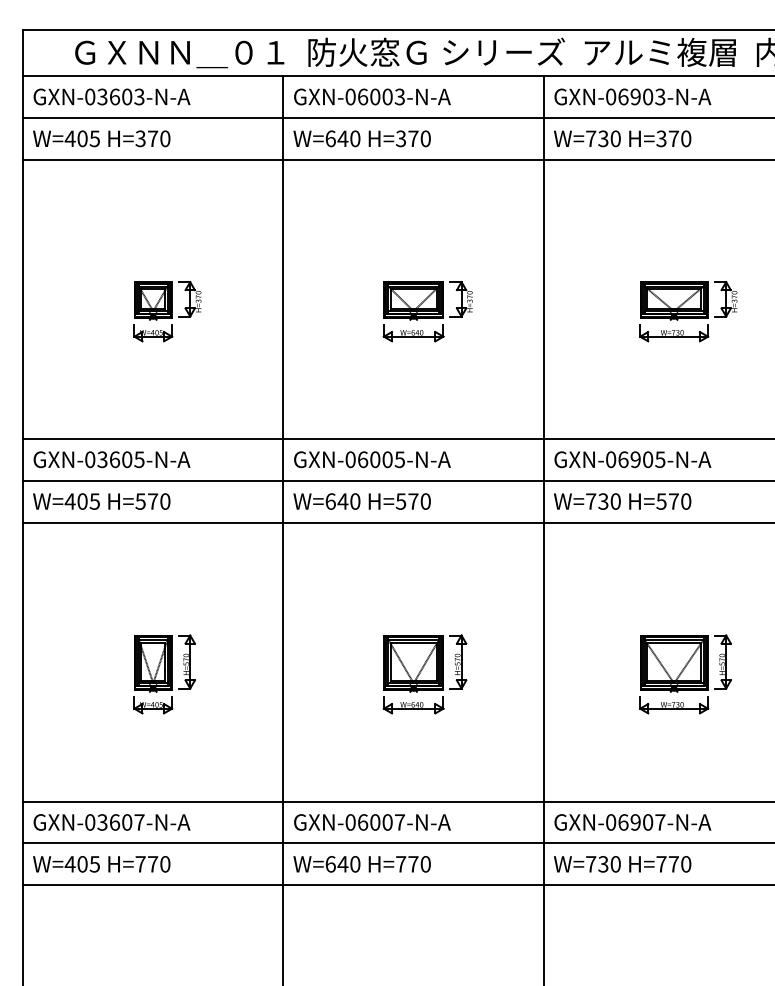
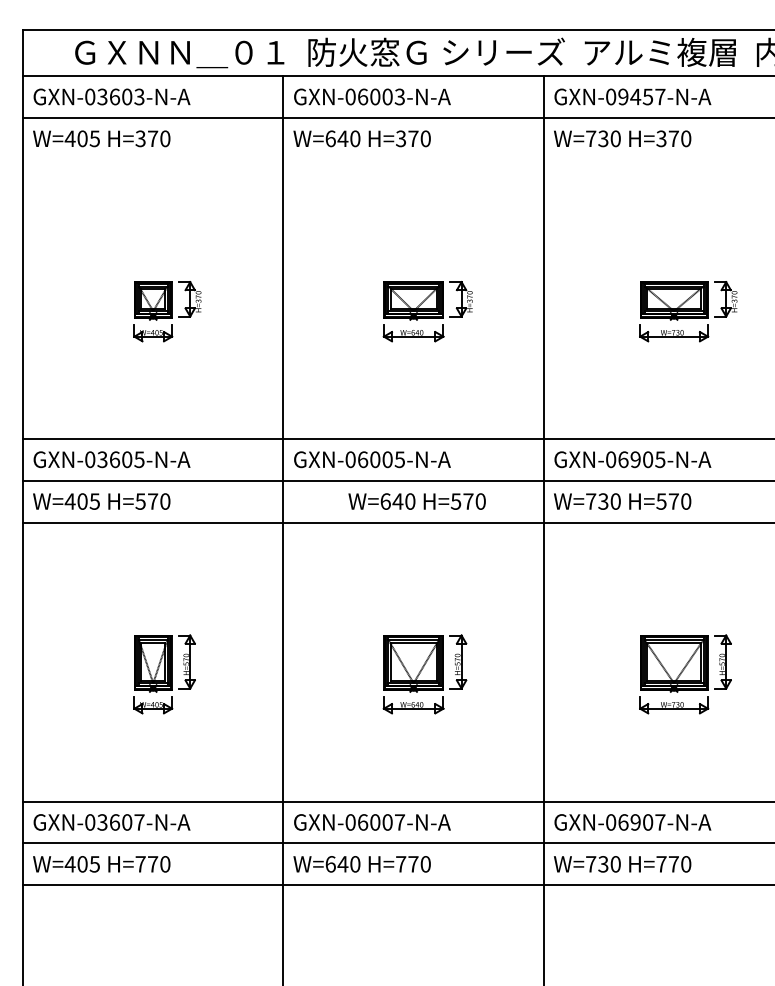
text at (641, 96): GXN-06903-N-A -> GXN-09457-N-A
line at (397, 159): present -> none
text at (361, 501) position: (361, 501) -> (416, 501)
